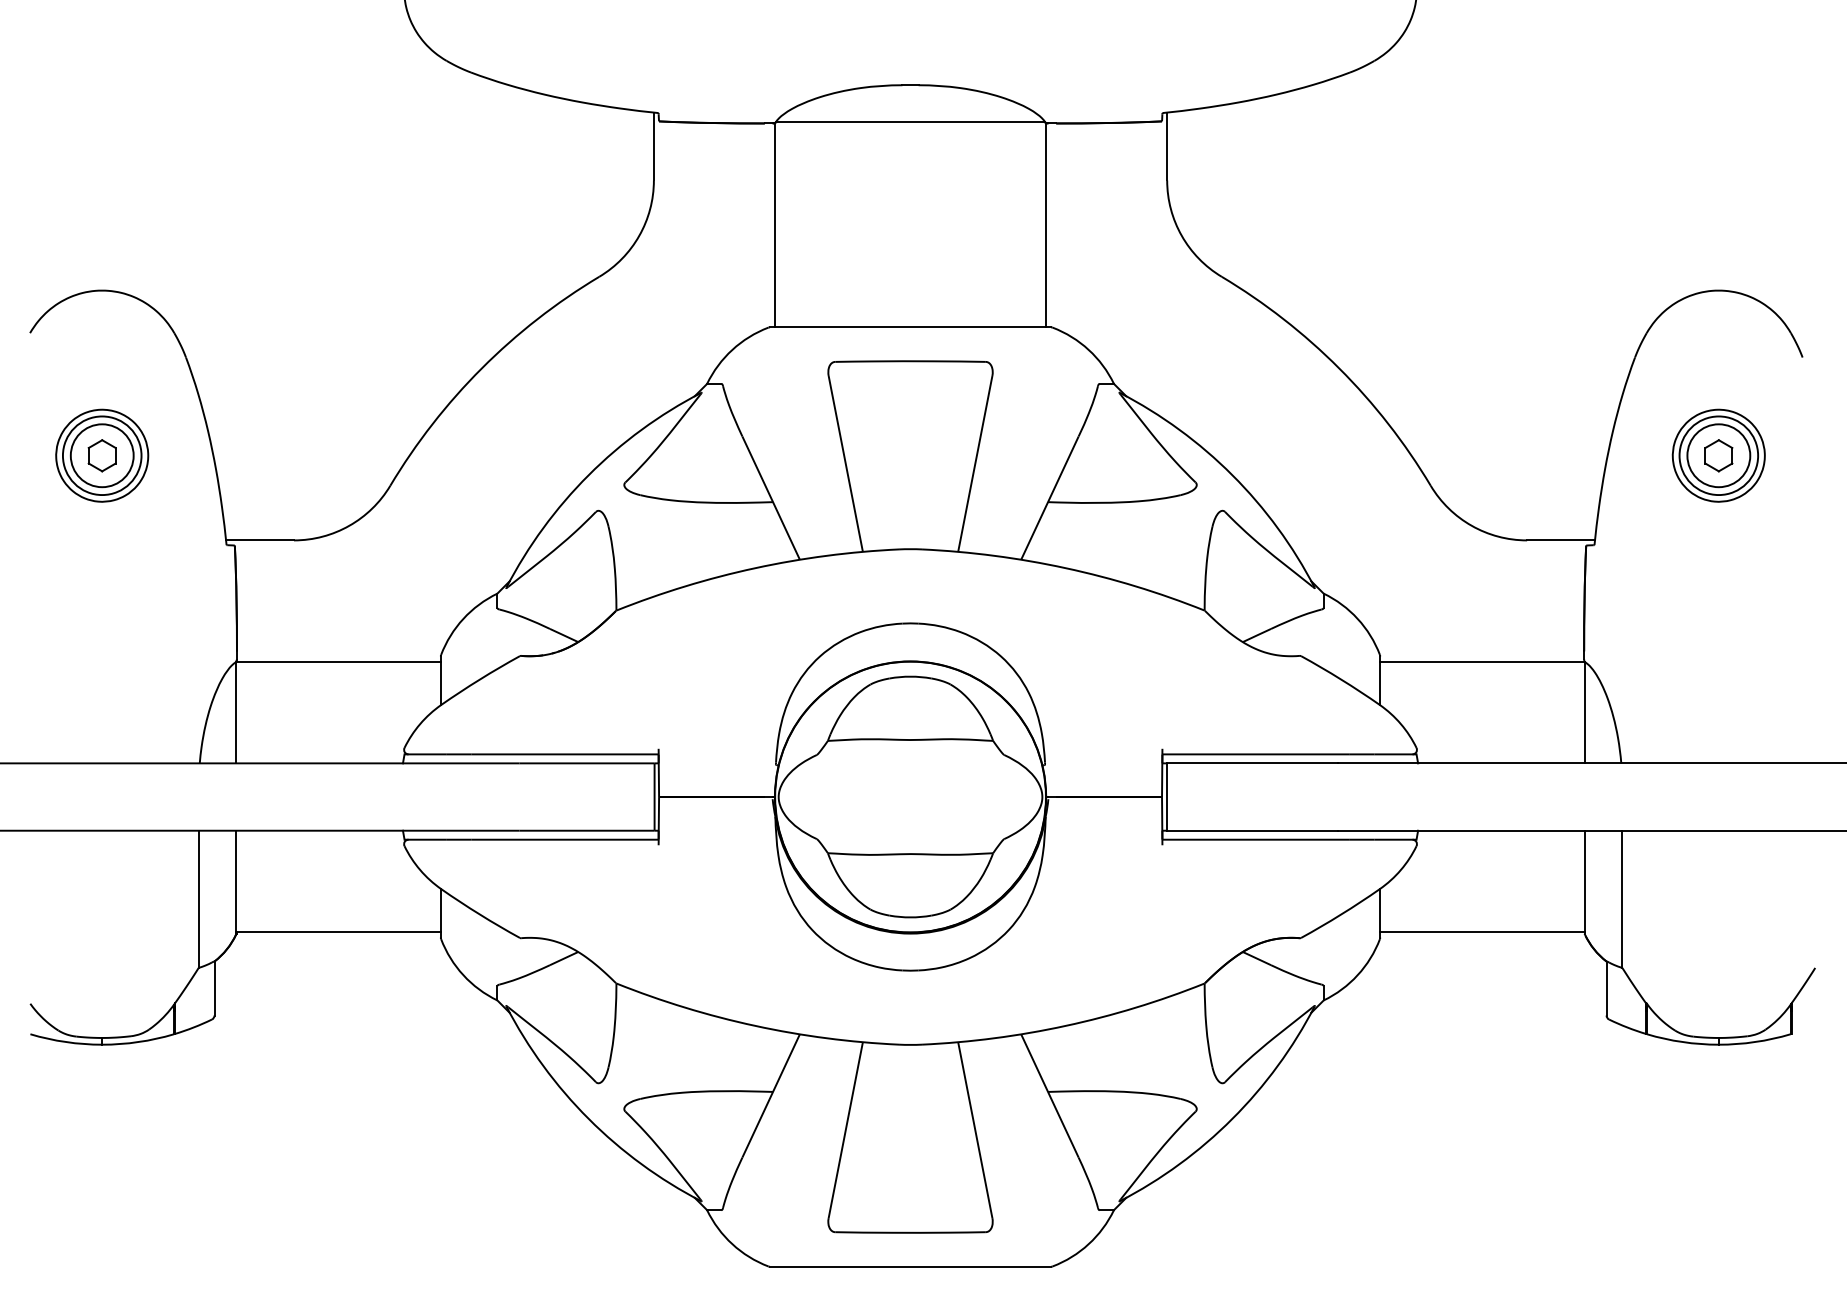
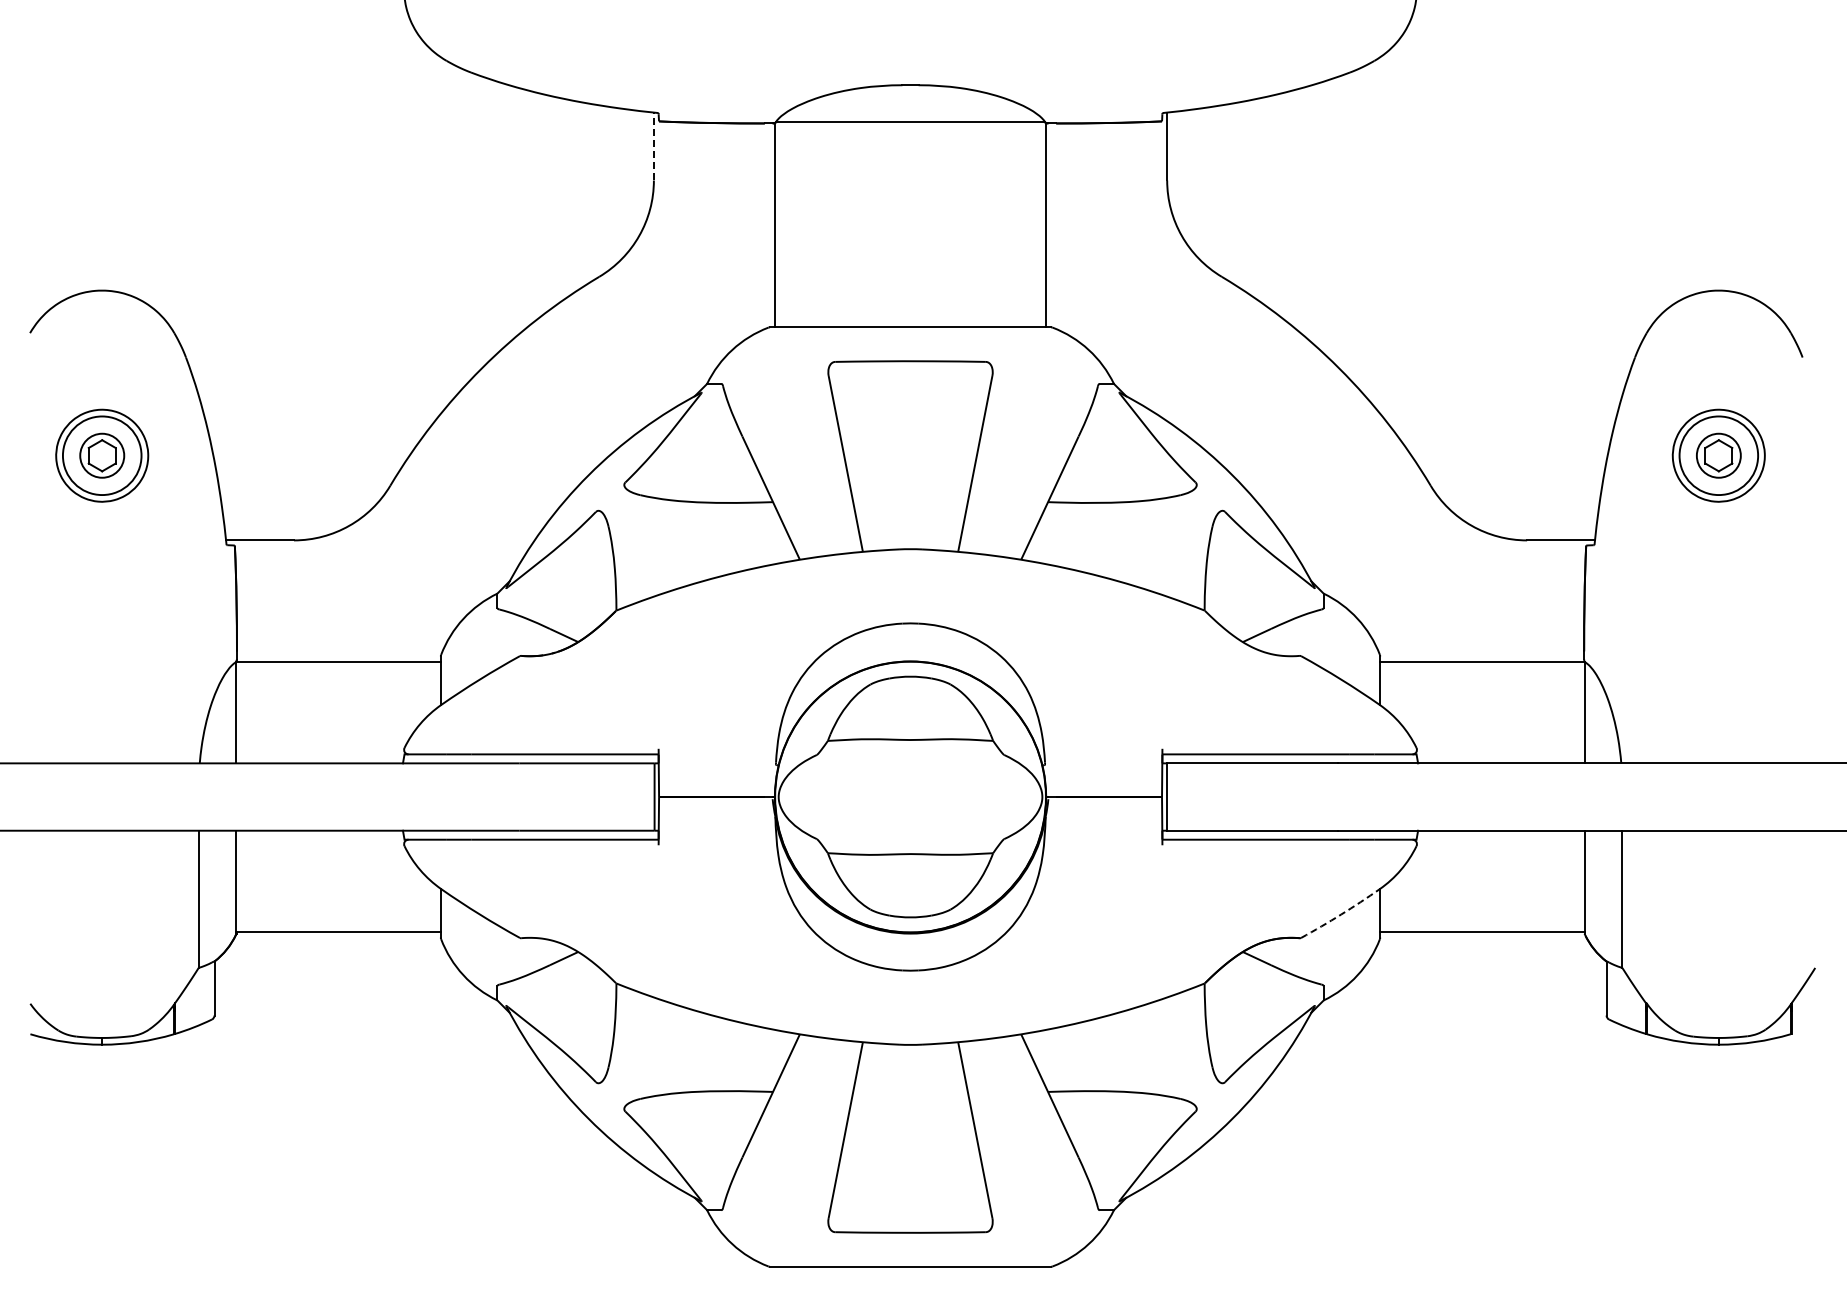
line at (653, 146): solid -> dashed
circle at (101, 455) diameter: 63 px -> 44 px
circle at (1718, 455) diameter: 63 px -> 44 px
arc at (1341, 914): solid -> dashed
